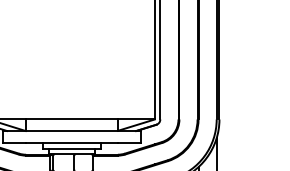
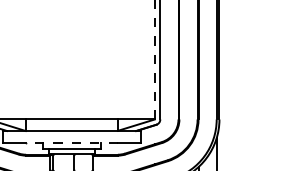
line at (154, 59): solid -> dashed
line at (71, 142): solid -> dashed
